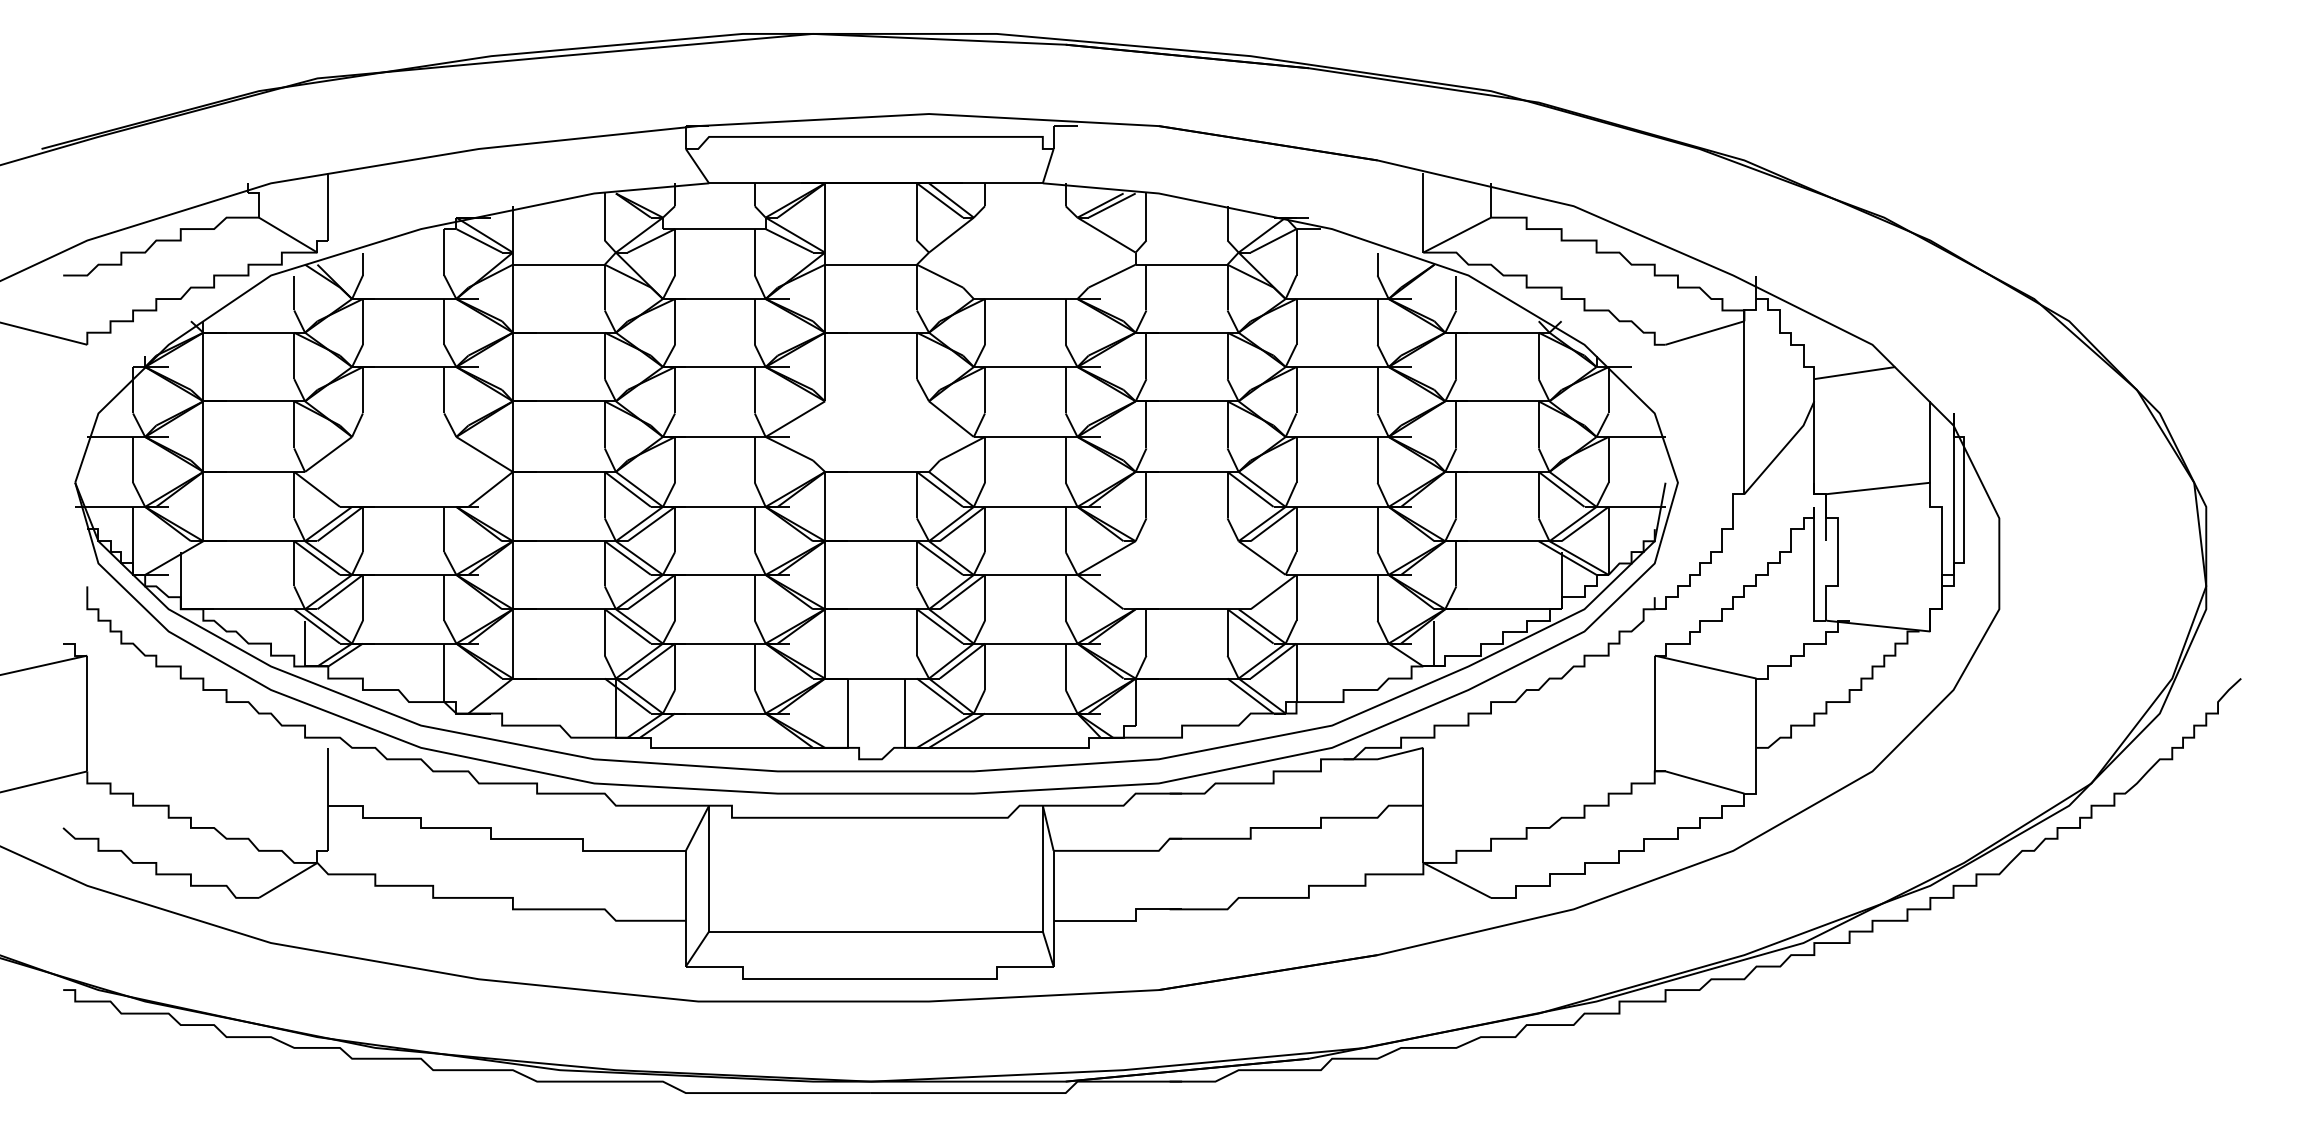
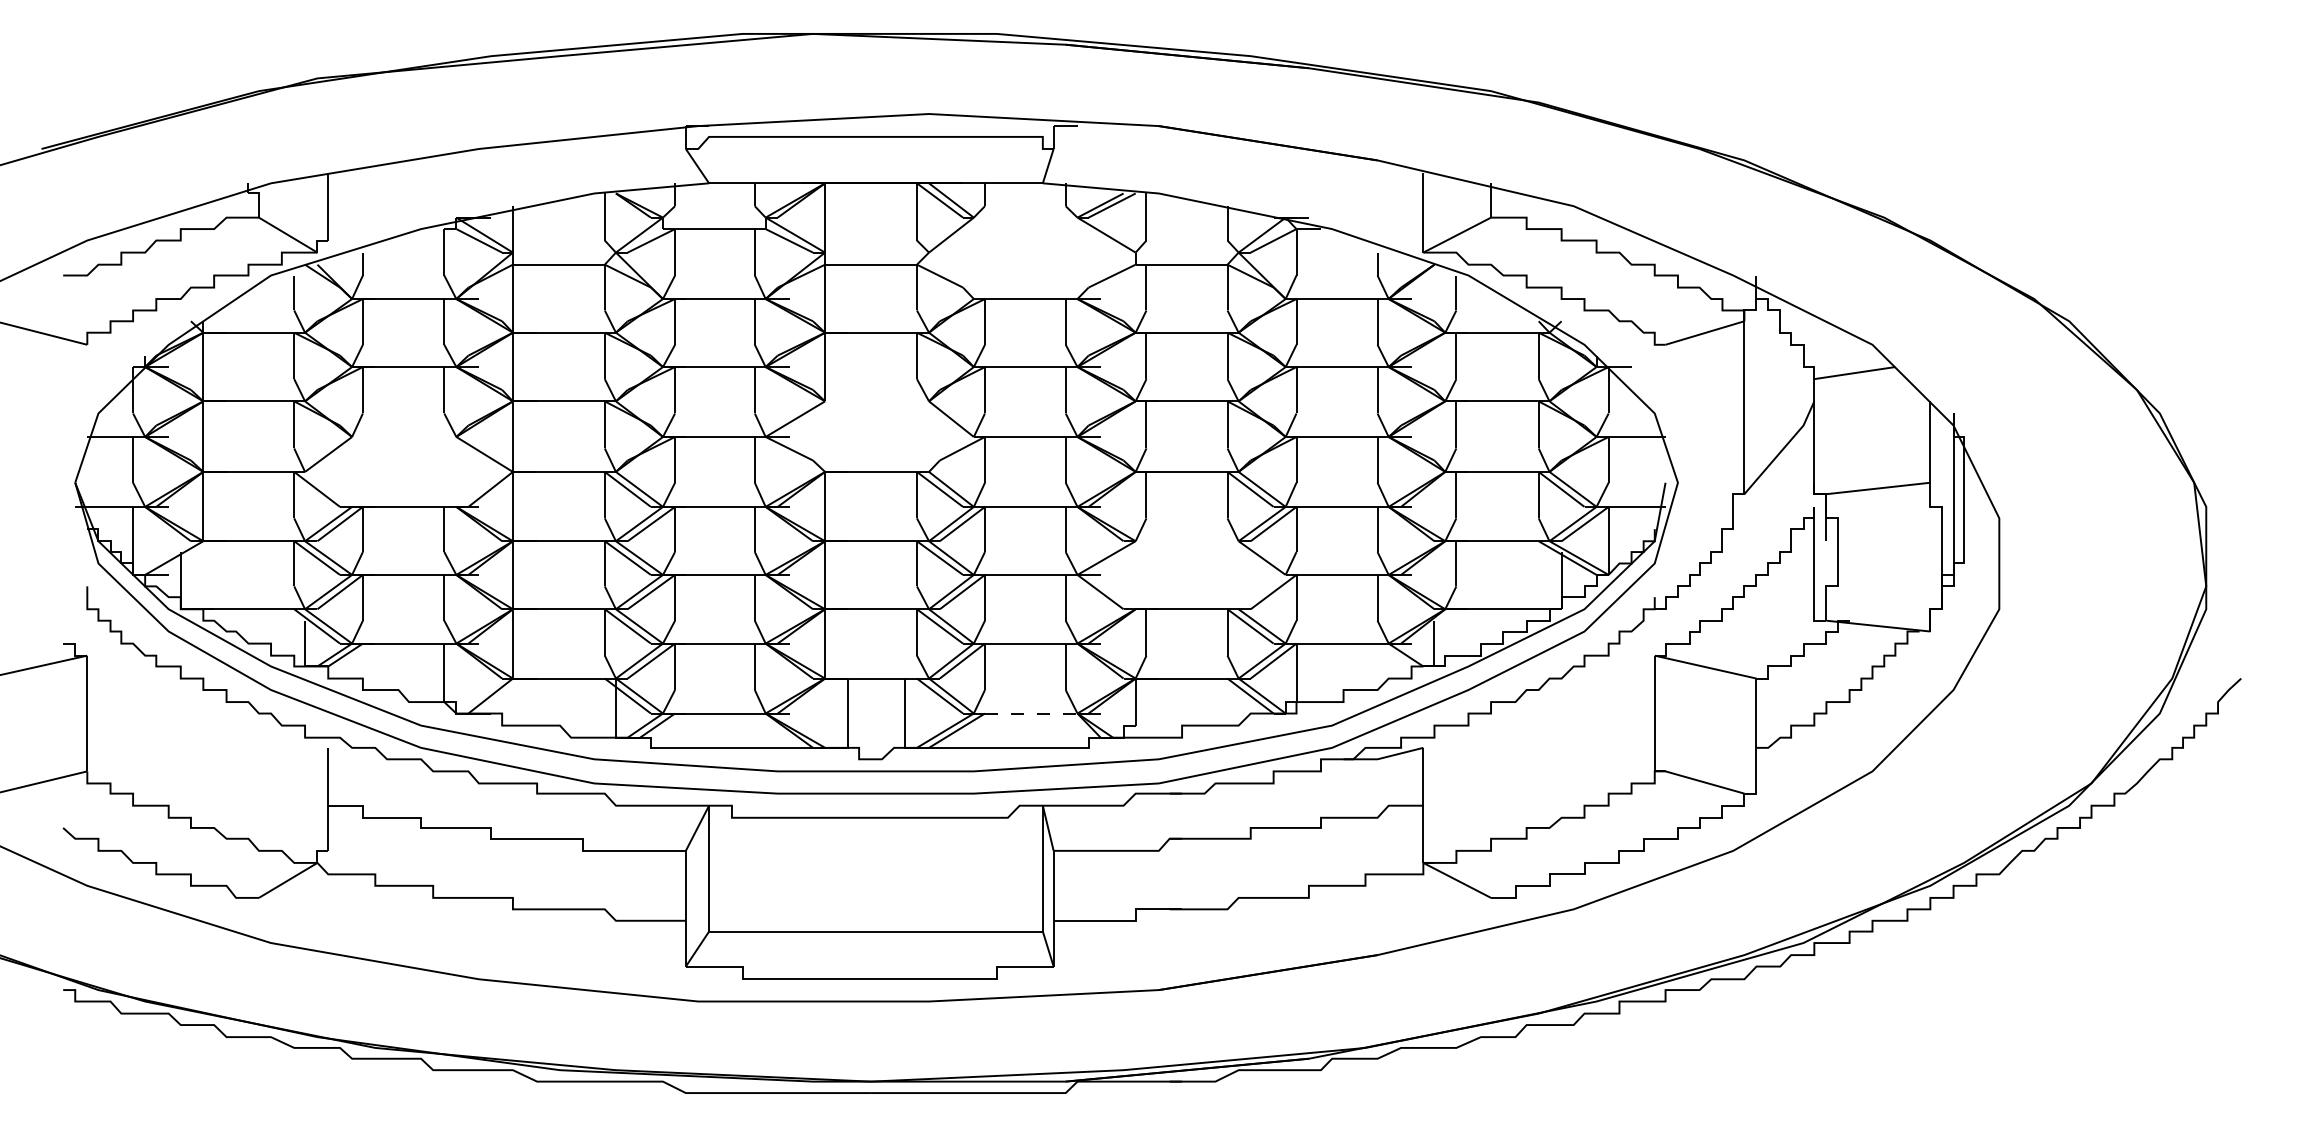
line at (1031, 713): solid -> dashed
